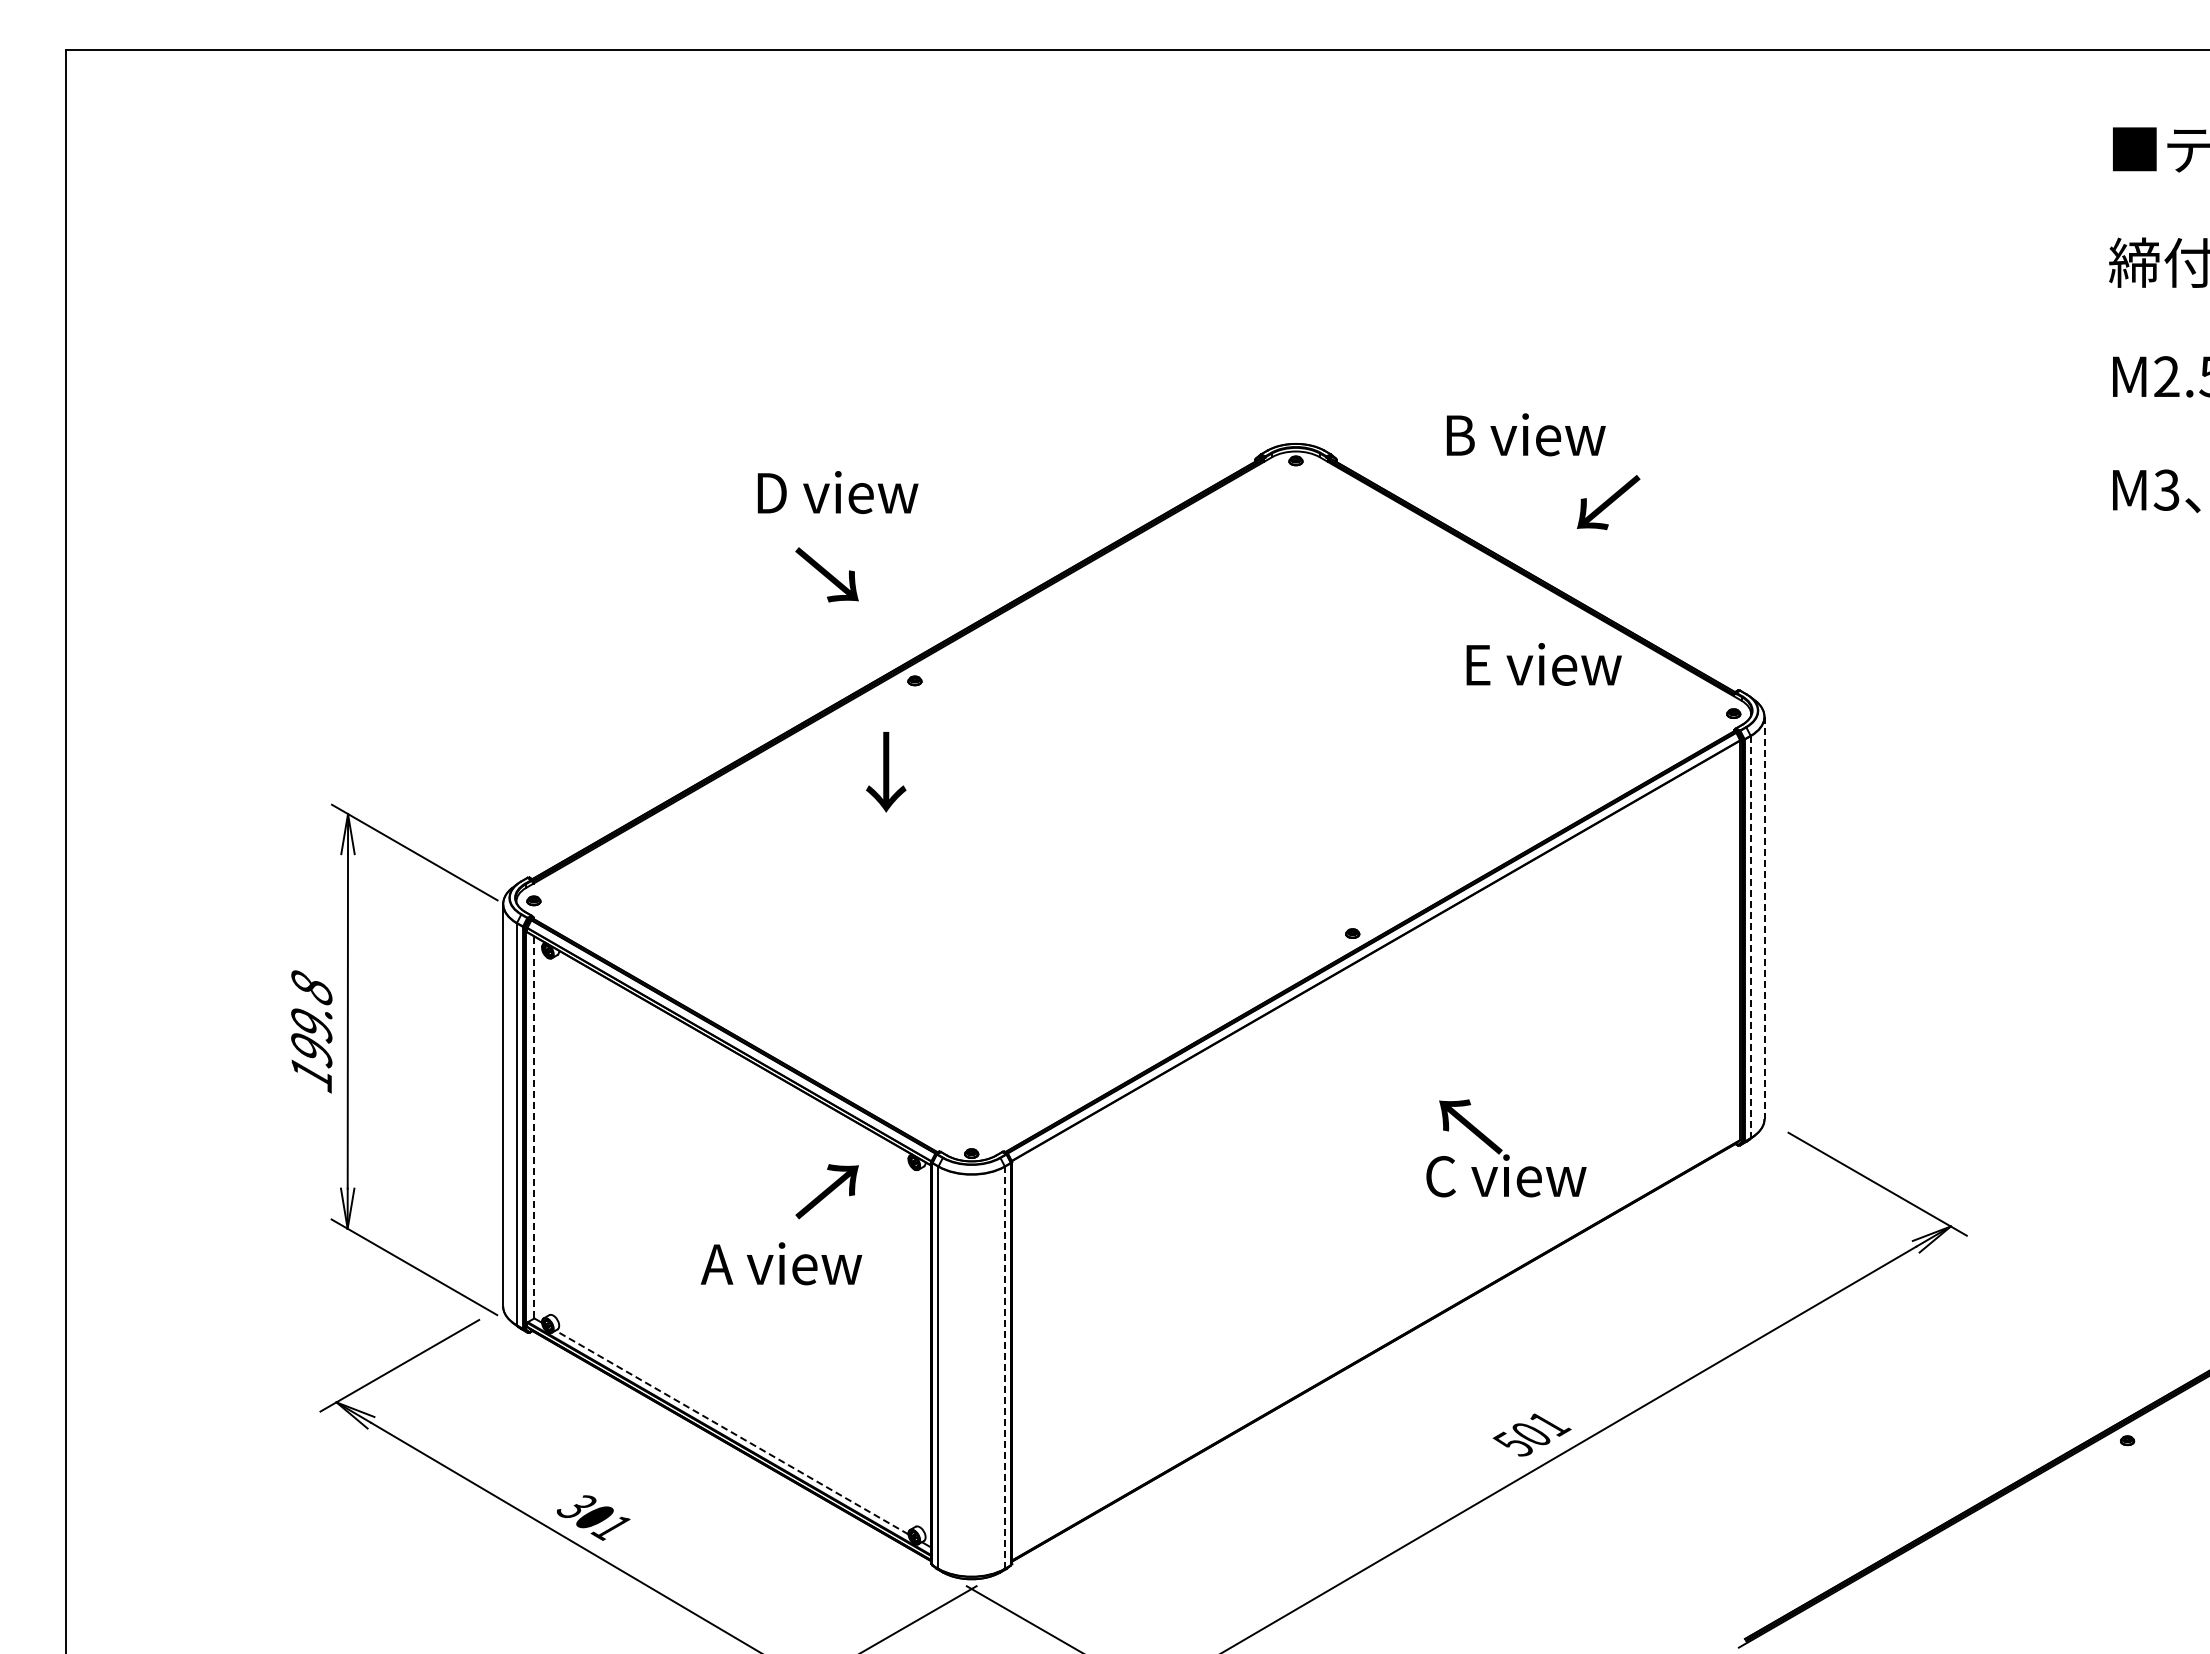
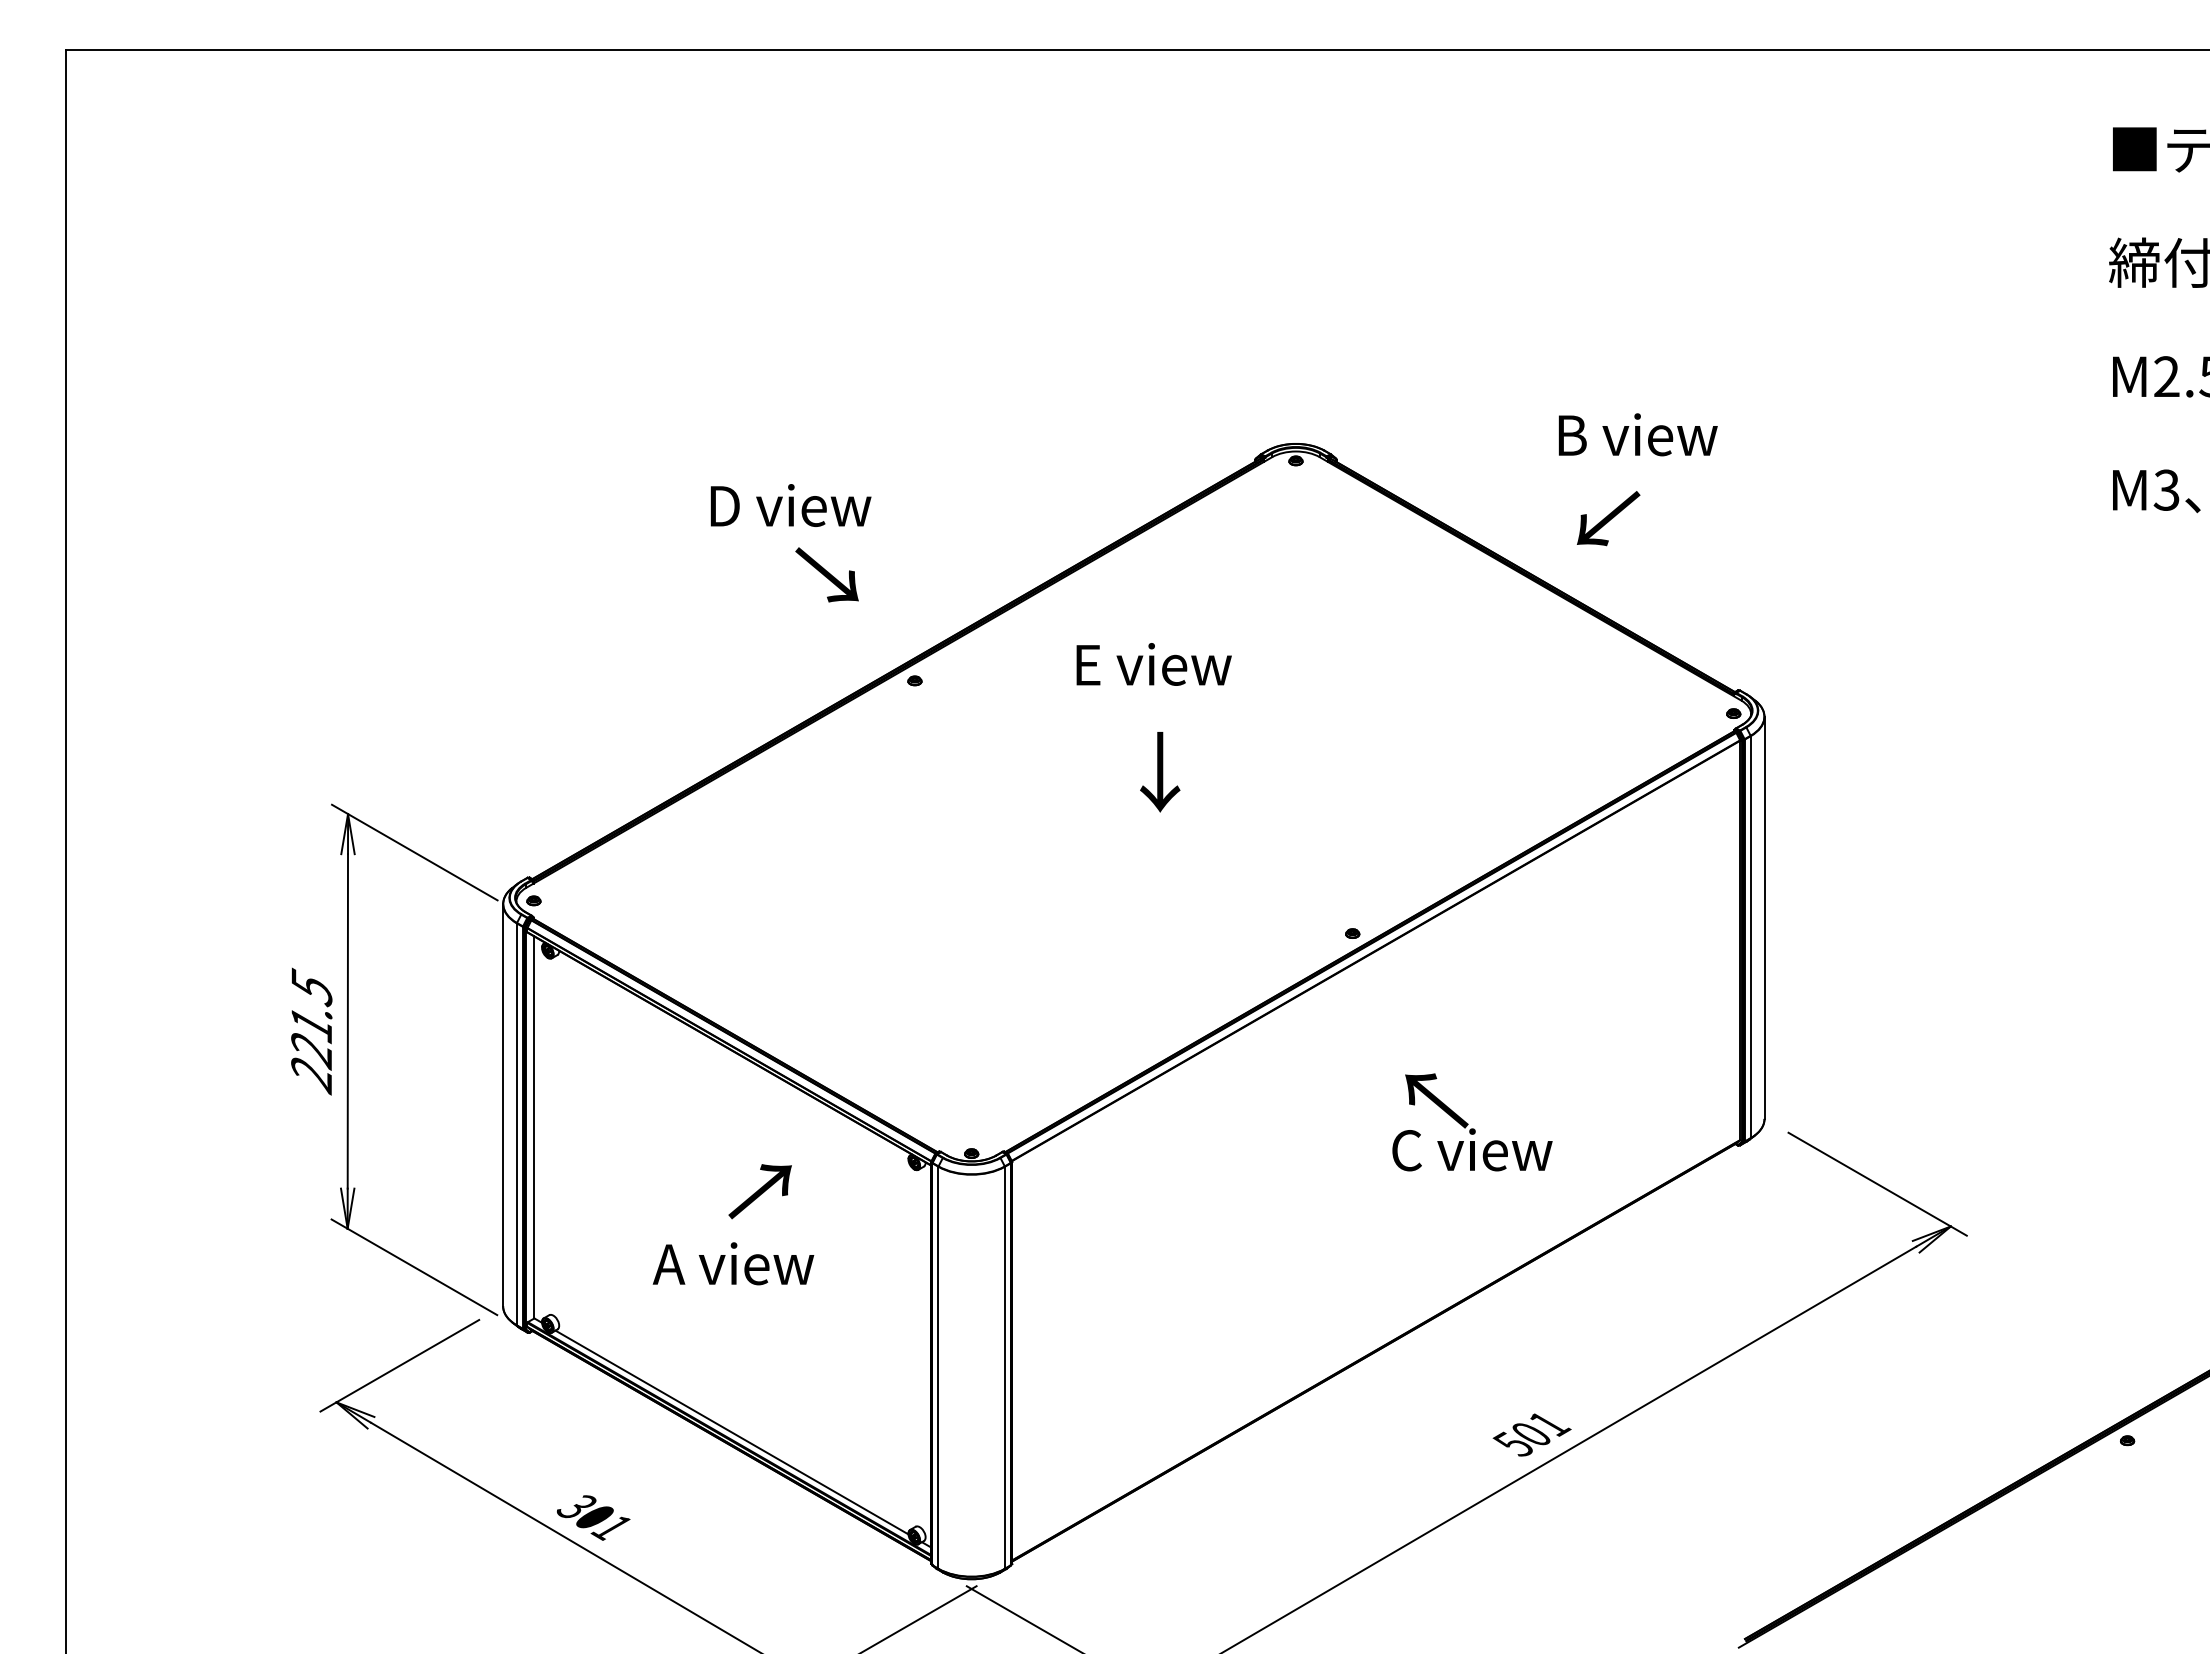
text at (1525, 434) position: (1525, 434) -> (1637, 434)
text at (837, 492) position: (837, 492) -> (790, 505)
text at (1608, 502) position: (1608, 502) -> (1608, 518)
text at (1543, 664) position: (1543, 664) -> (1153, 664)
text at (886, 772) position: (886, 772) -> (1160, 772)
line at (1764, 917): dashed -> solid
line at (1750, 937): dashed -> solid
text at (311, 1031): 199.8 -> 221.5
line at (534, 1127): dashed -> solid
text at (1506, 1148) position: (1506, 1148) -> (1472, 1122)
text at (826, 1191) position: (826, 1191) -> (759, 1191)
text at (781, 1263) position: (781, 1263) -> (733, 1263)
line at (1004, 1367): dashed -> solid
line at (732, 1432): dashed -> solid
